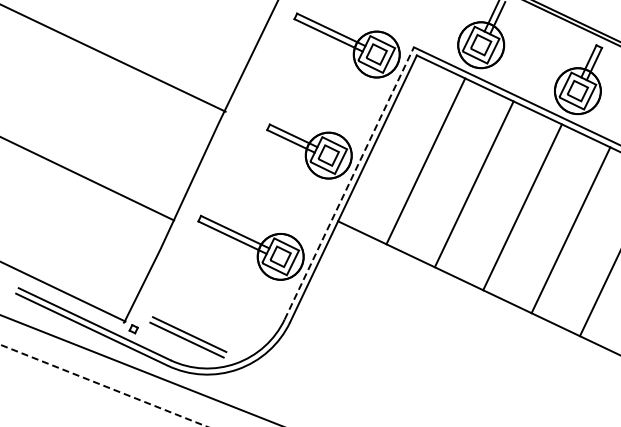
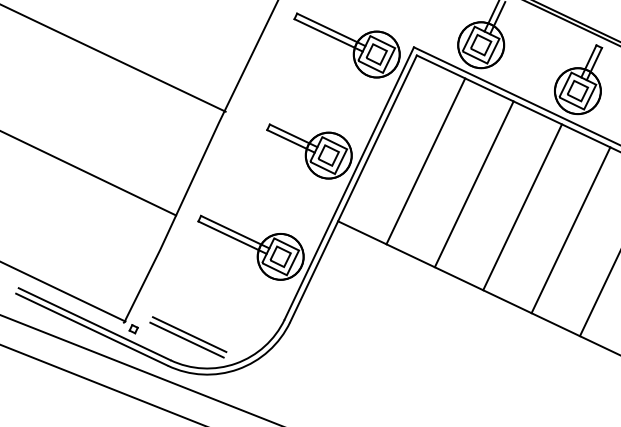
line at (88, 179) position: (88, 179) -> (89, 173)
line at (349, 183): dashed -> solid
line at (103, 385): dashed -> solid
